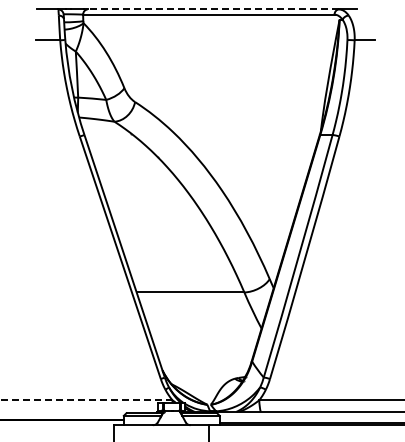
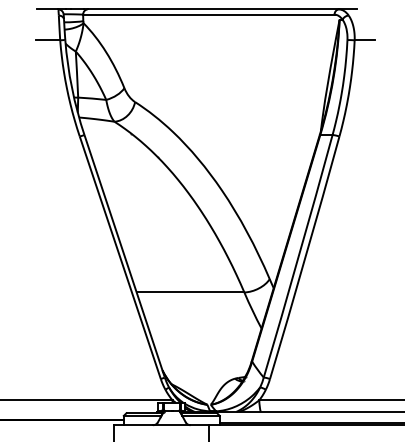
line at (213, 9): dashed -> solid
line at (86, 400): dashed -> solid
